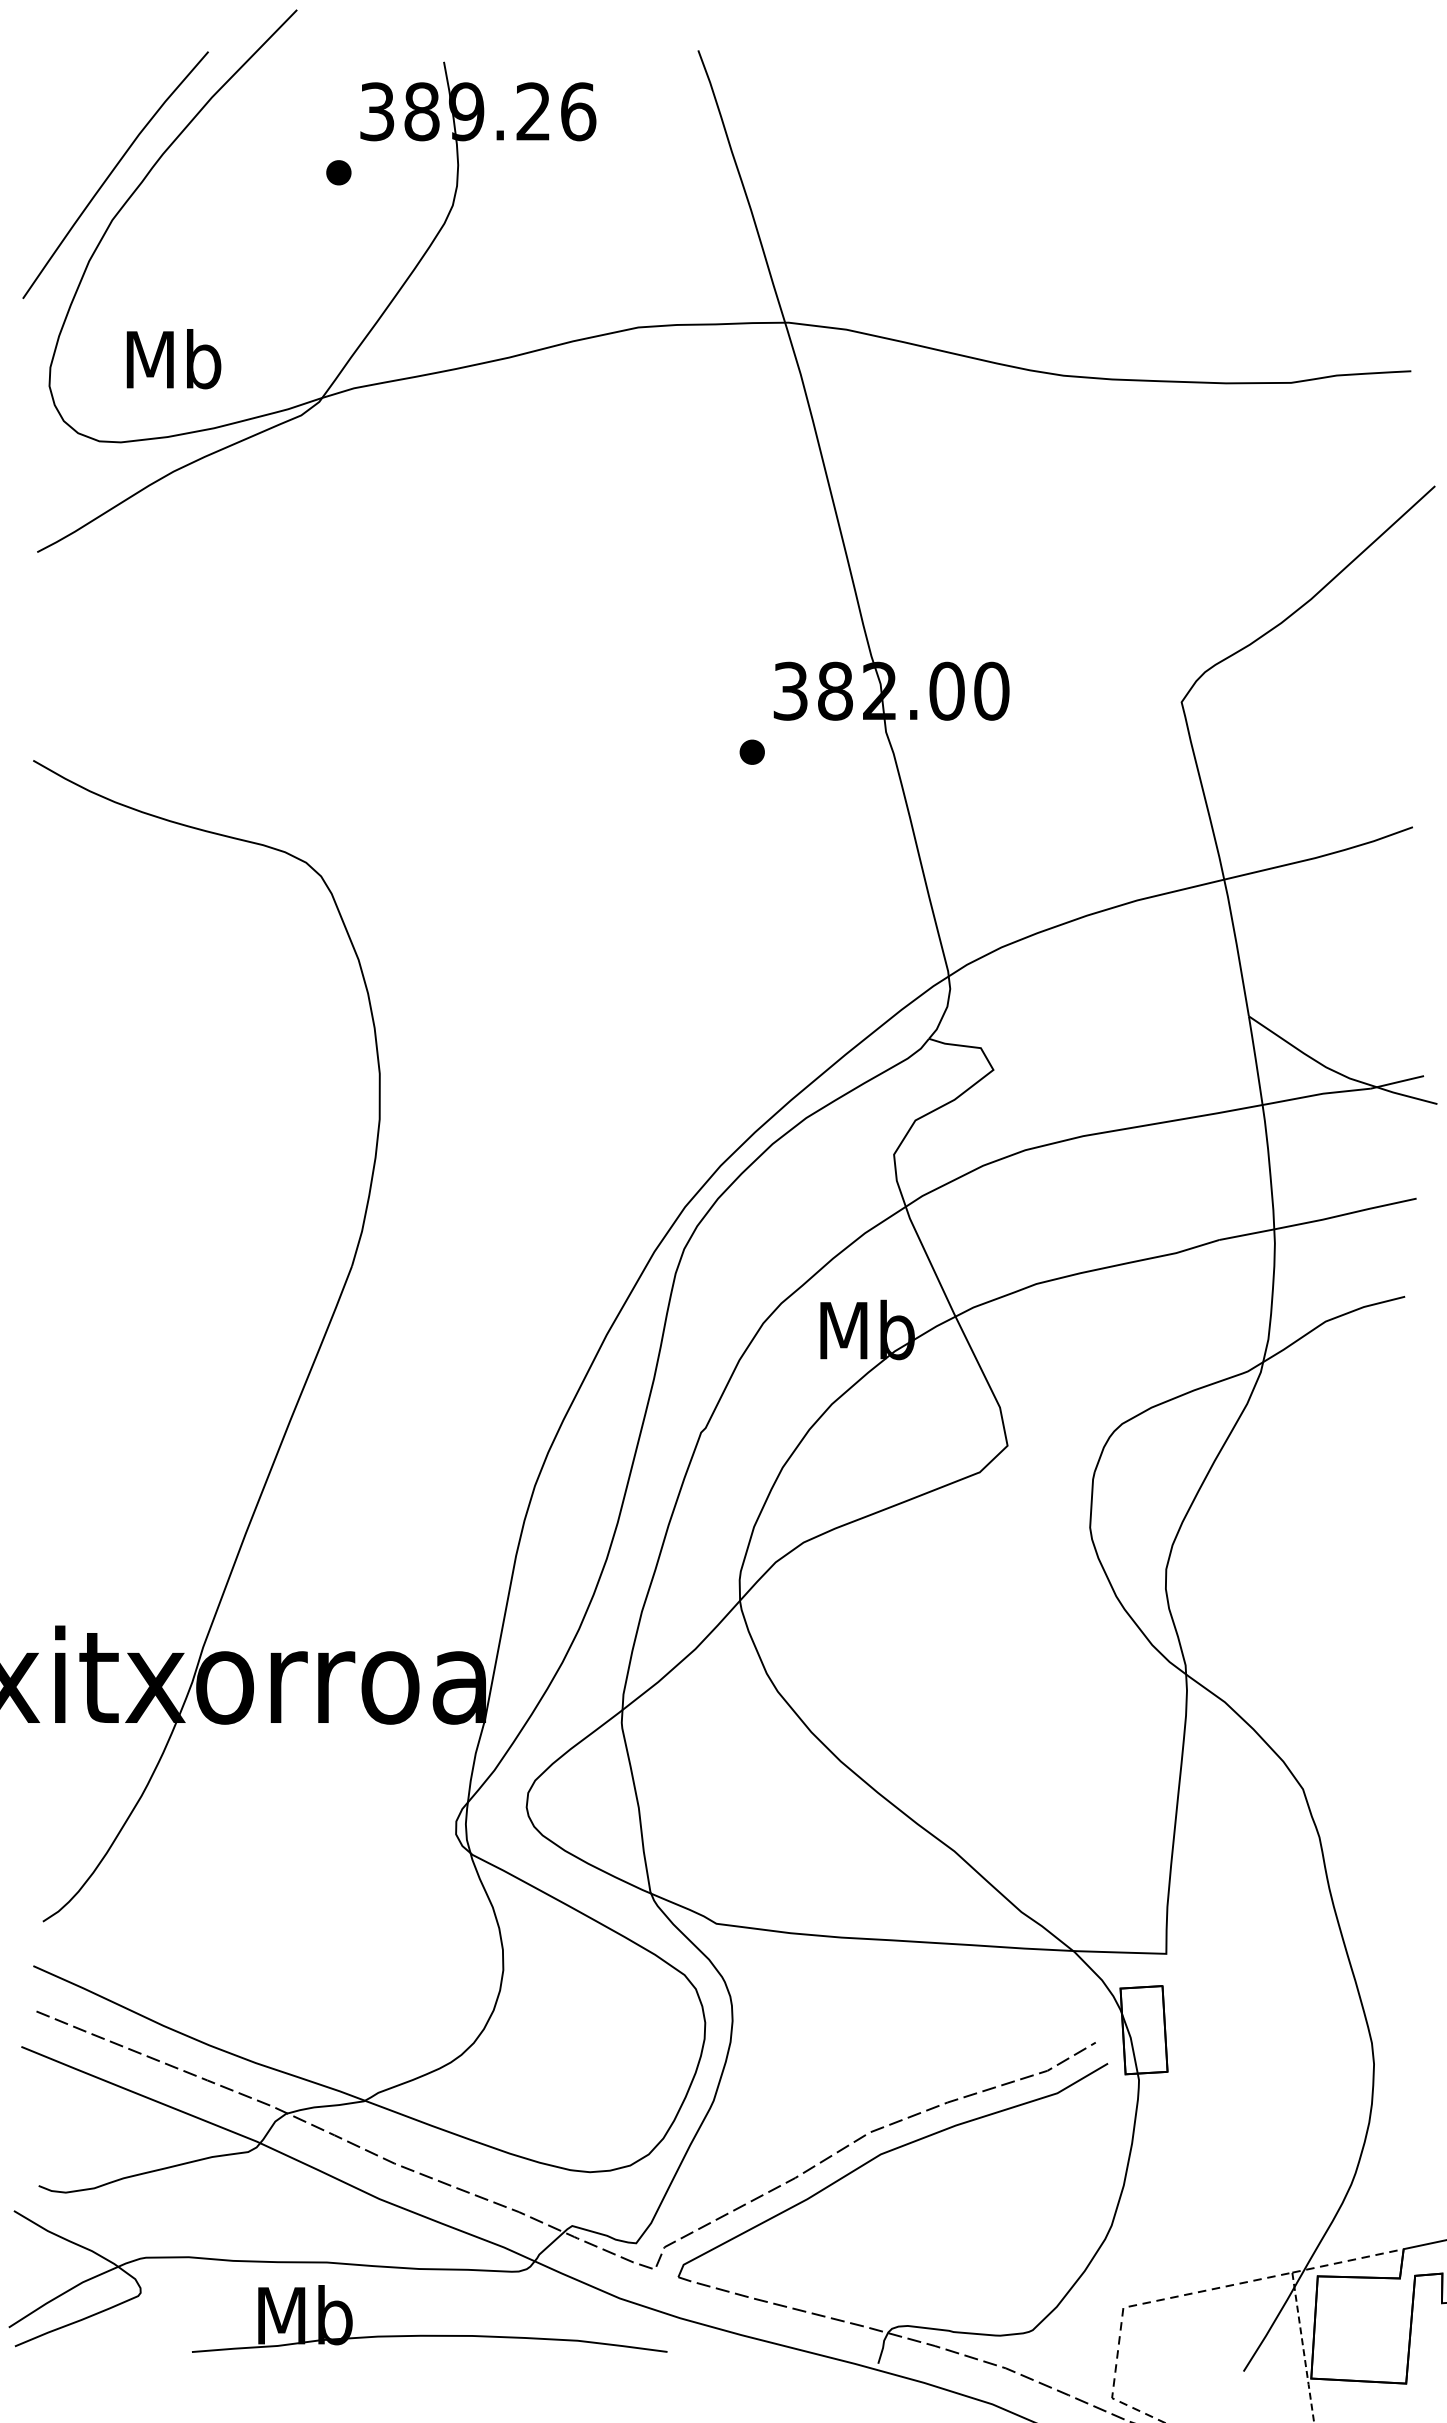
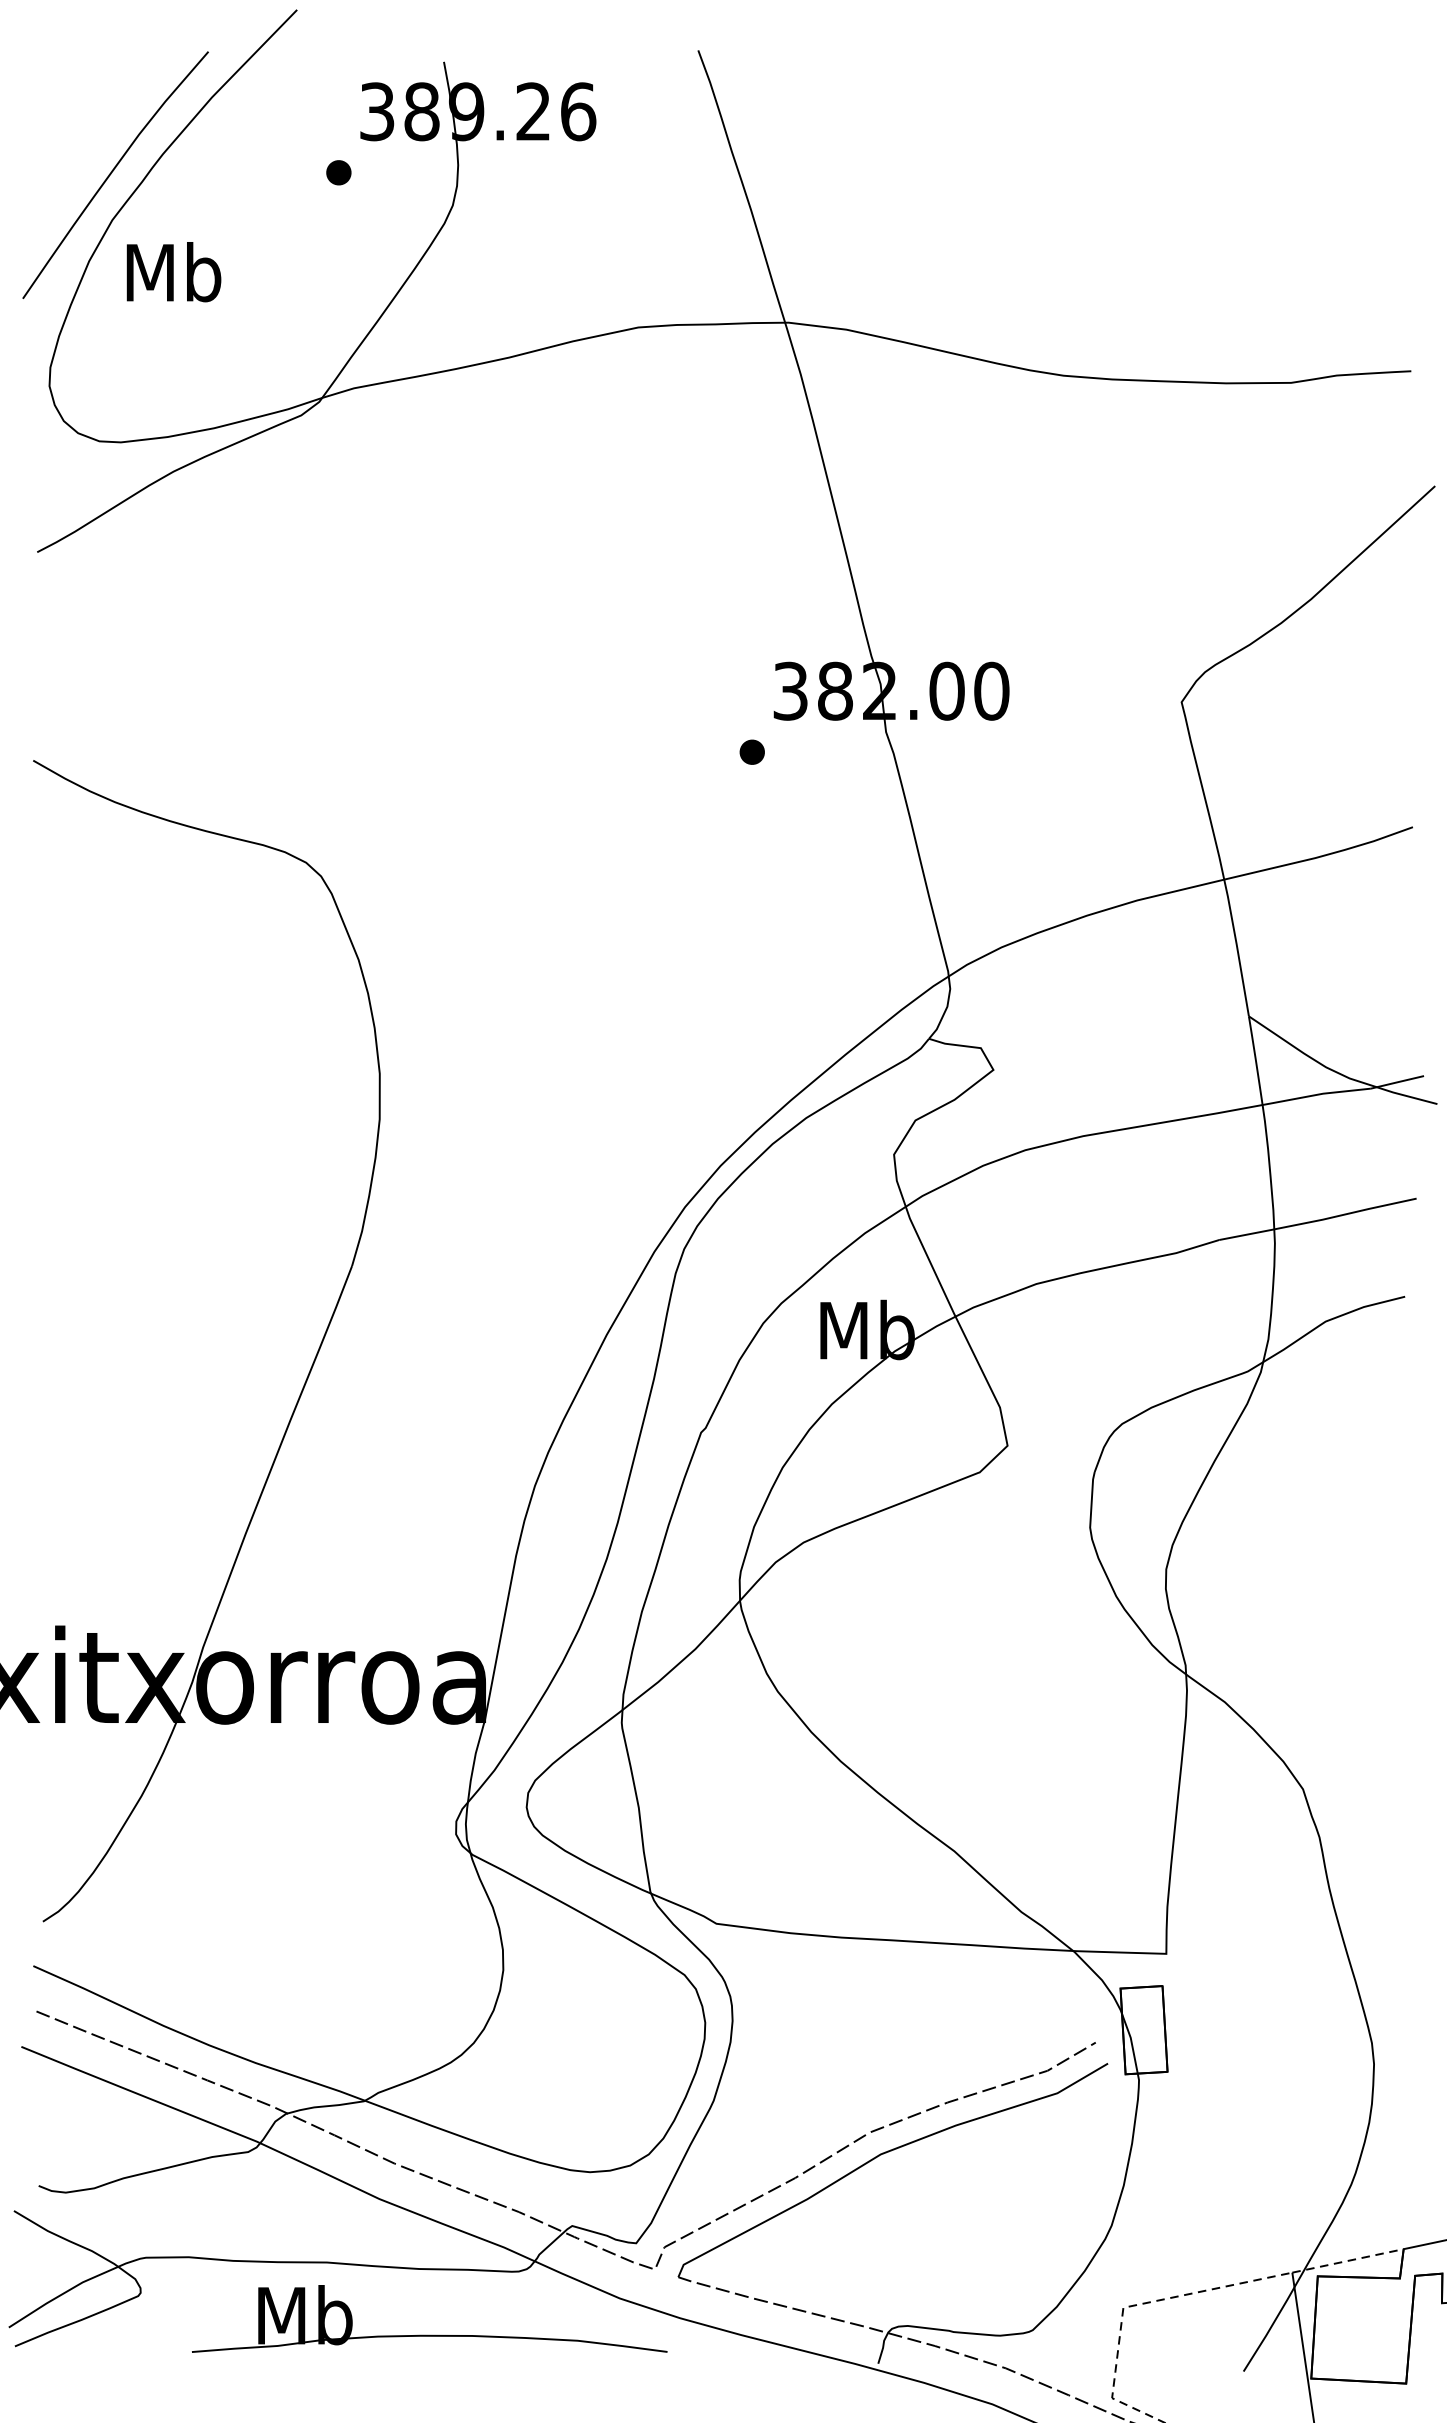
text at (173, 359) position: (173, 359) -> (173, 272)
line at (1303, 2348): dashed -> solid
